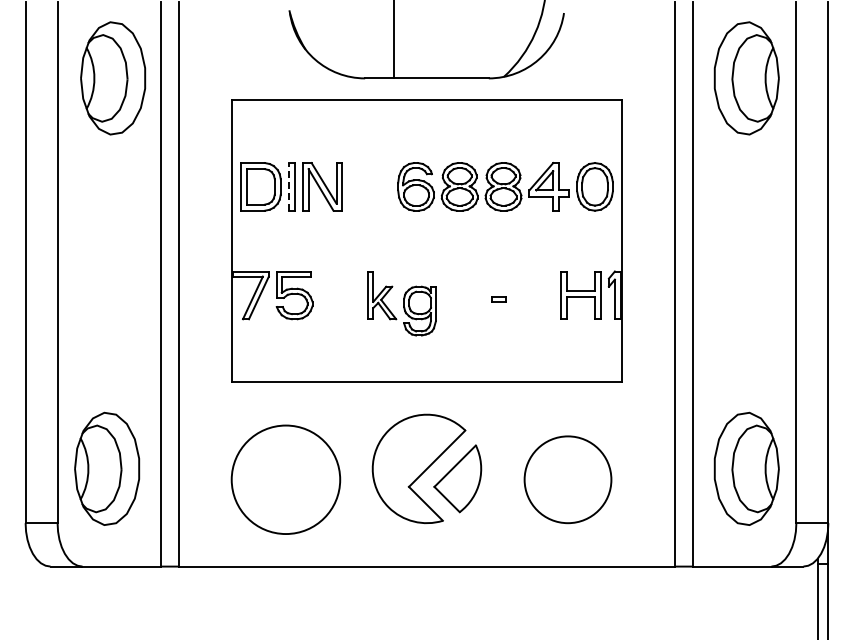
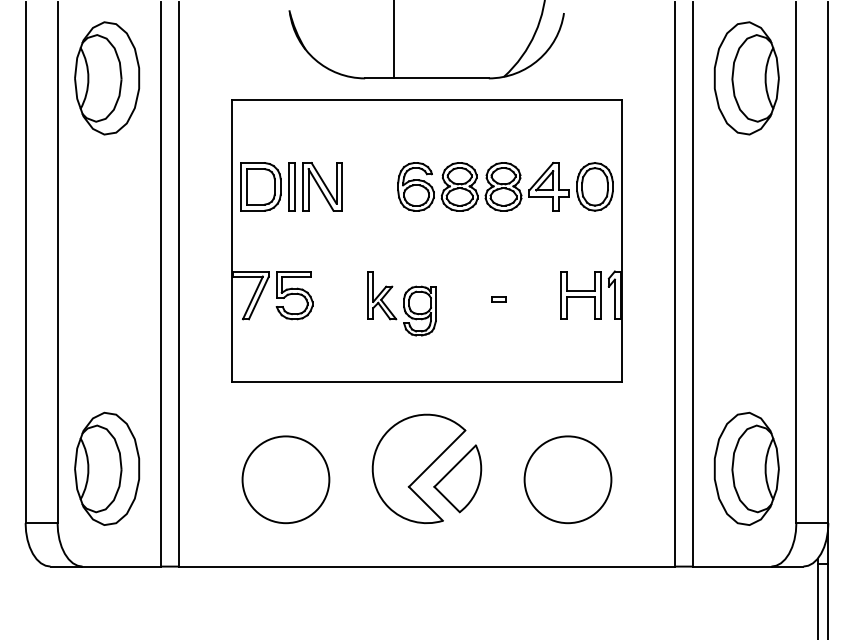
part at (113, 78) position: (113, 78) -> (107, 78)
line at (288, 186): dashed -> solid
circle at (285, 479) diameter: 108 px -> 87 px
